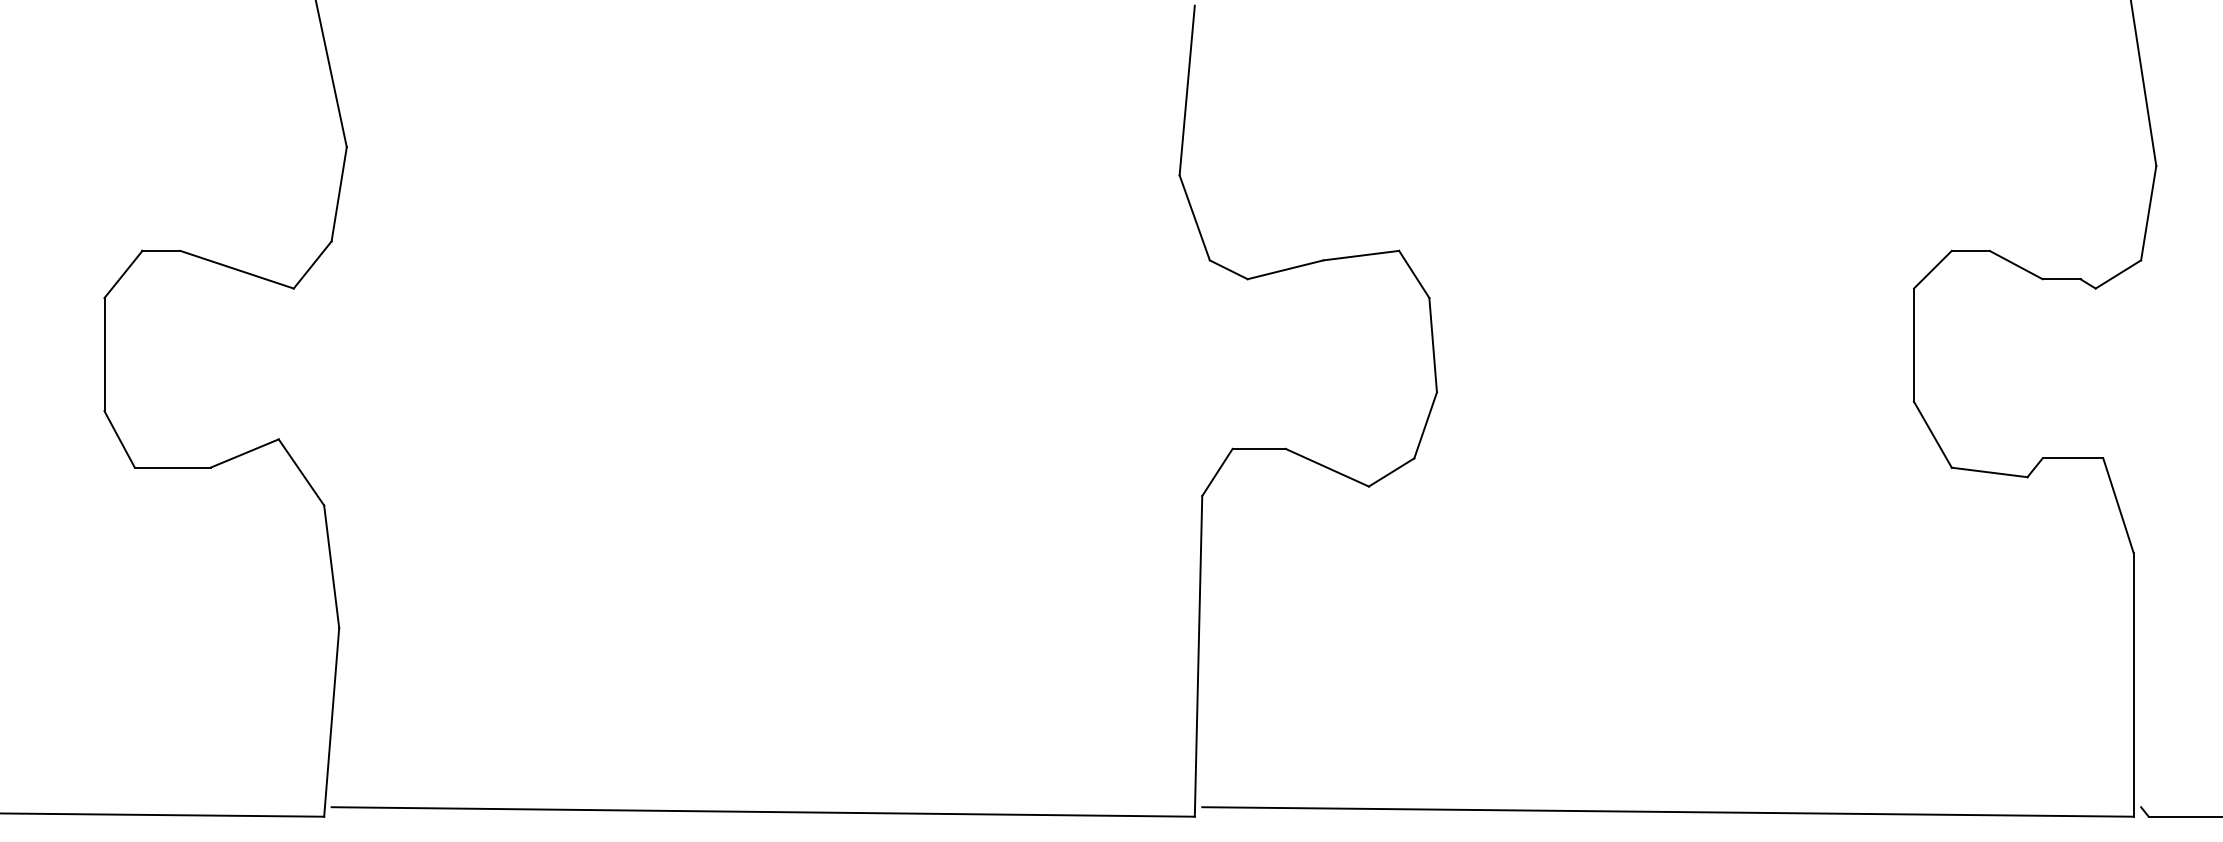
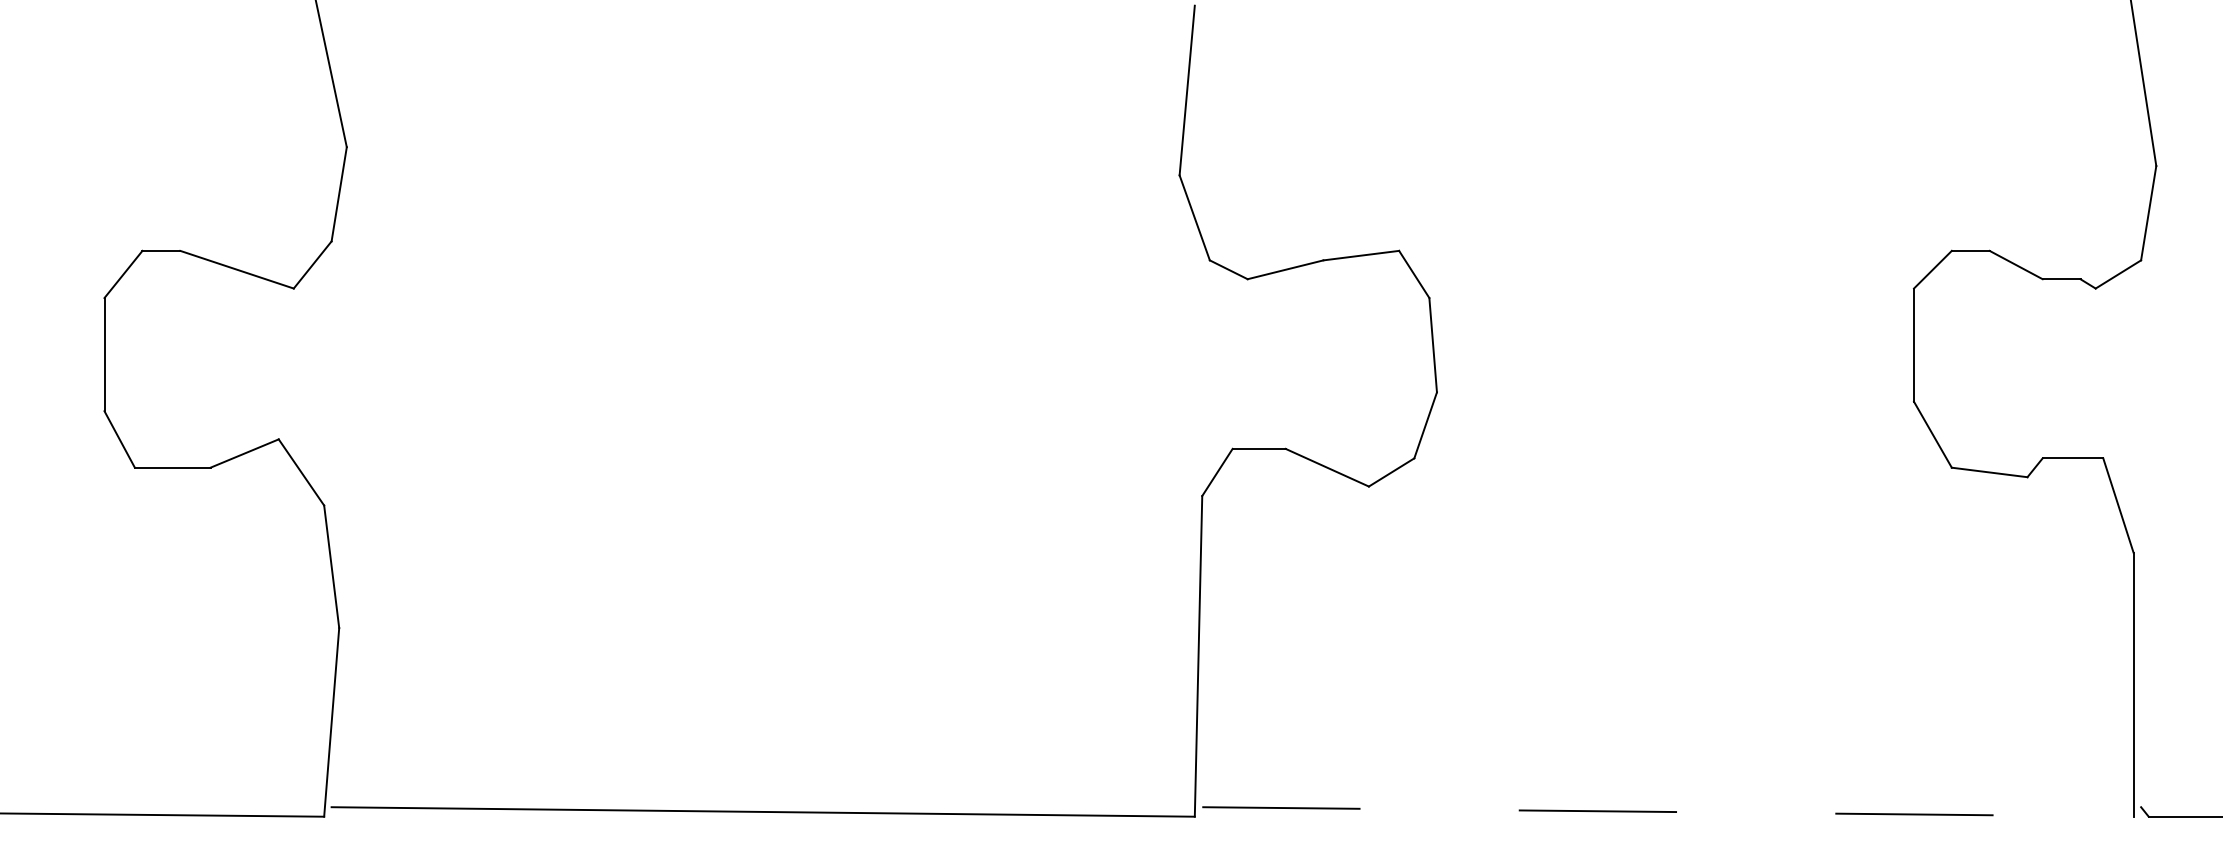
line at (1667, 811): solid -> dashed
